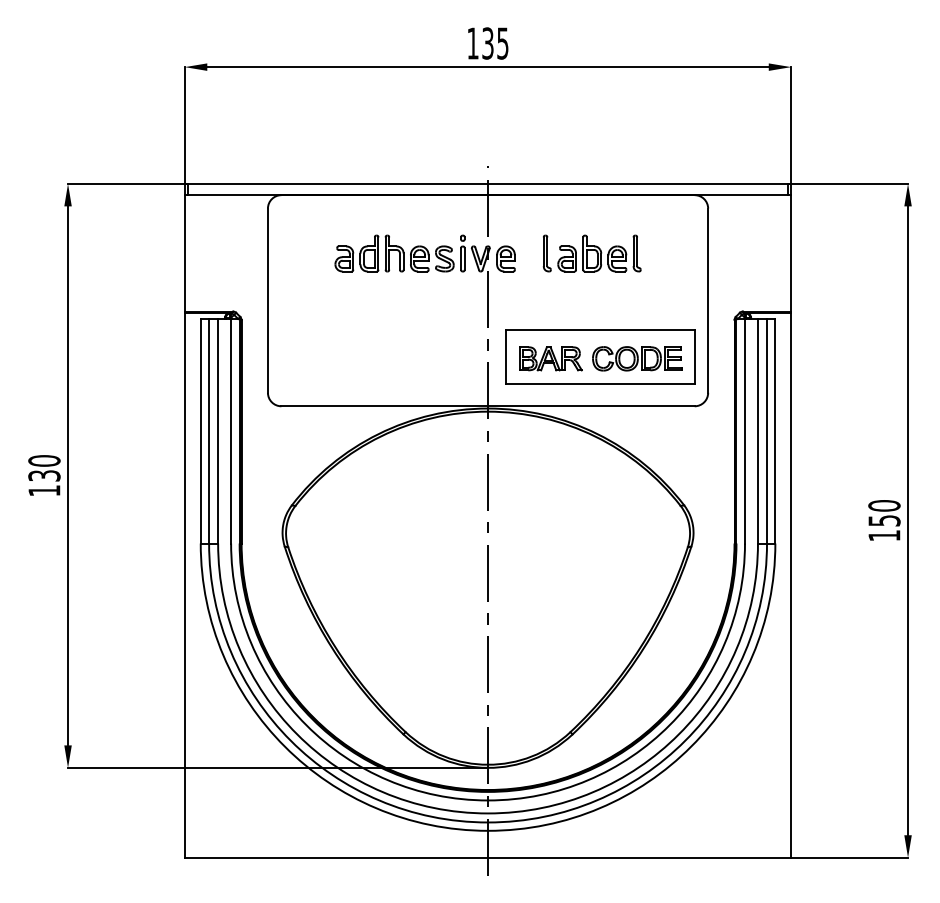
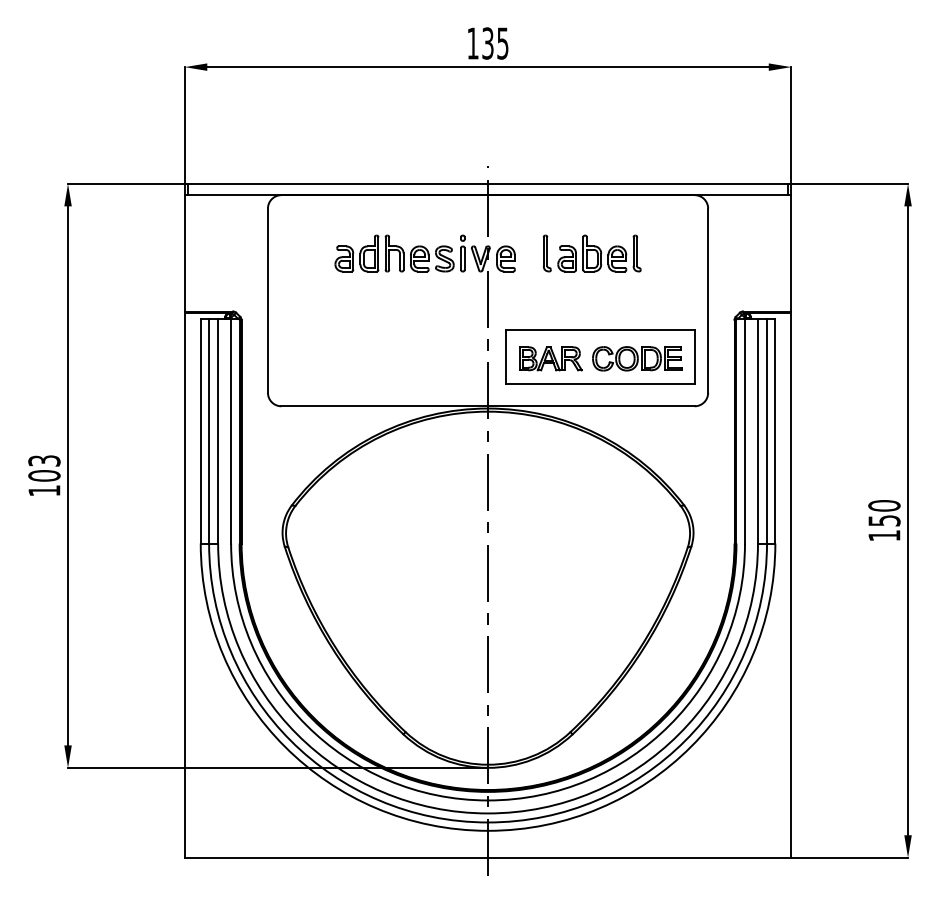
text at (44, 468): 130 -> 103
